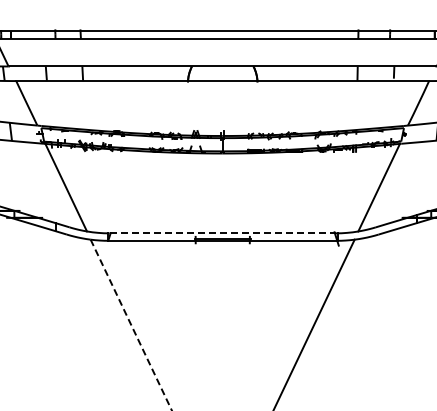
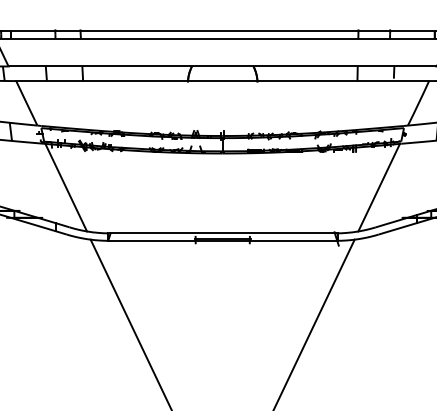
line at (223, 233): dashed -> solid
line at (131, 325): dashed -> solid
